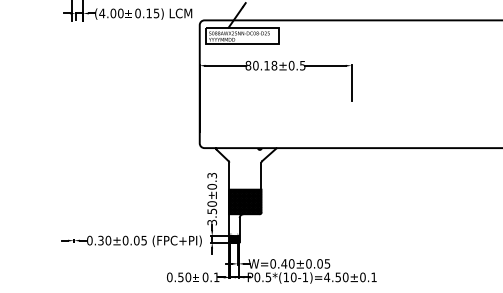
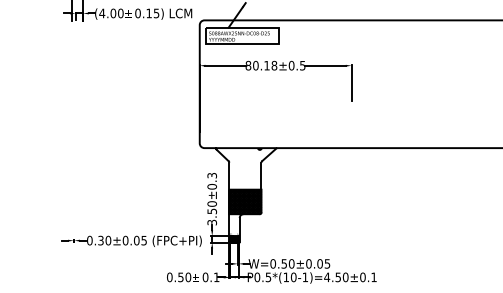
text at (284, 263): W=0.40±0.05 -> W=0.50±0.05
